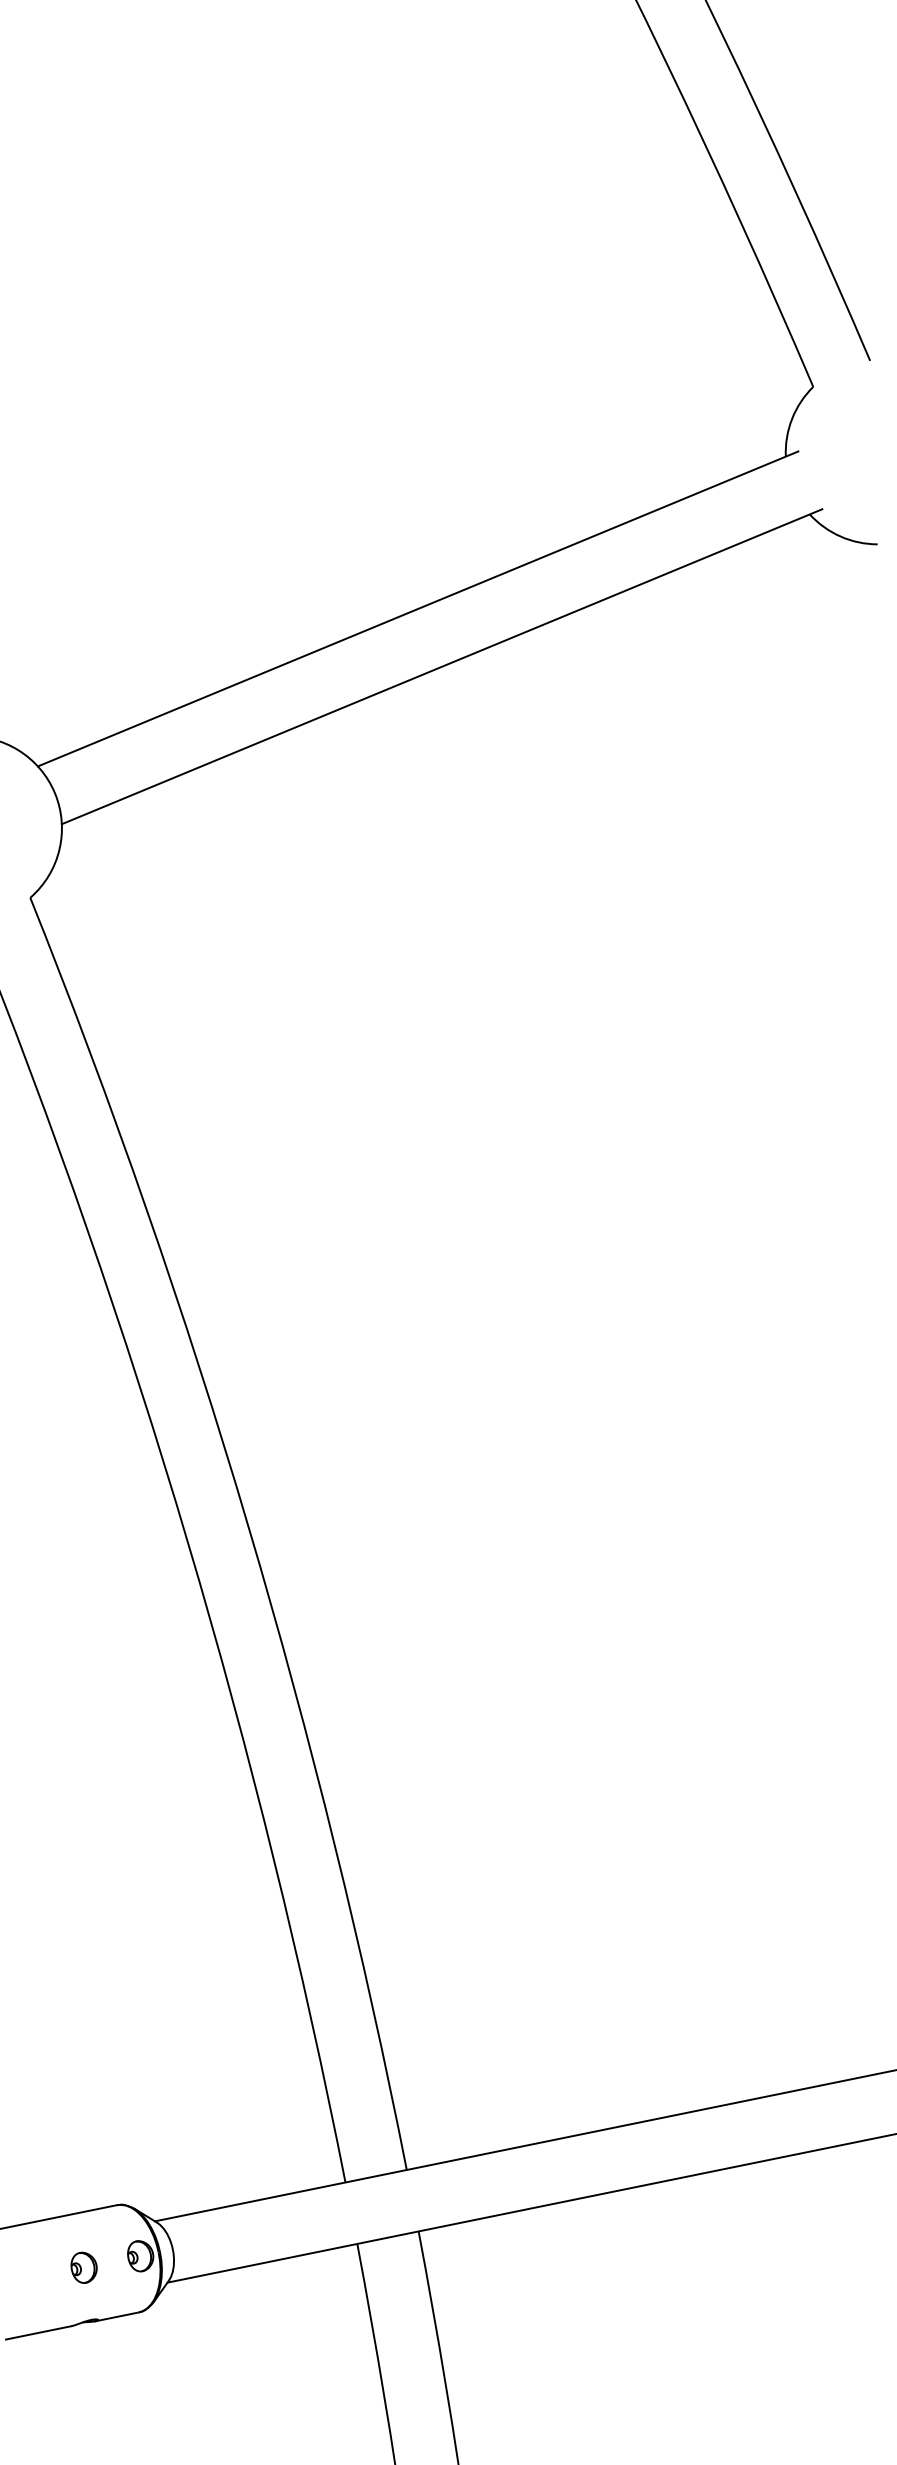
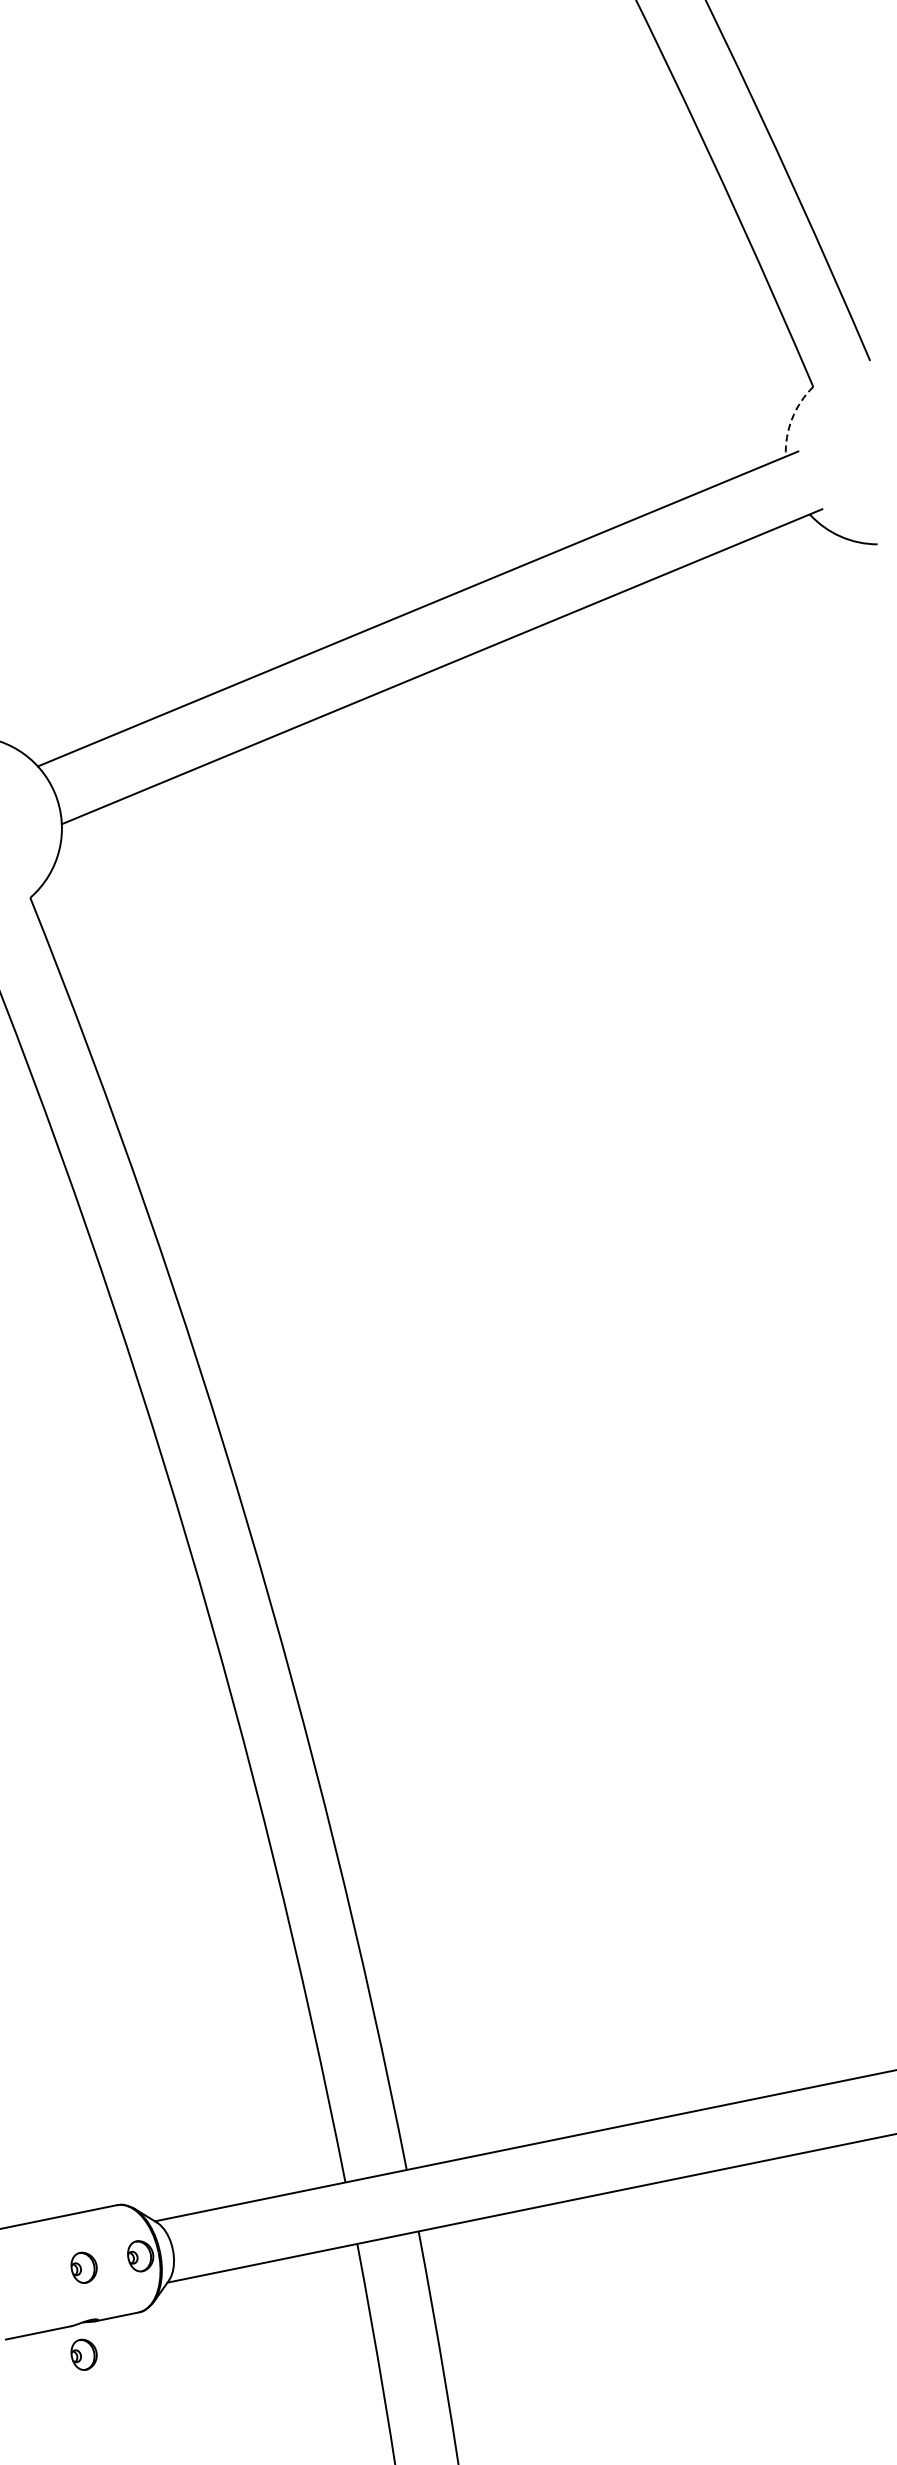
arc at (792, 418): solid -> dashed
part at (83, 2354): none -> present
